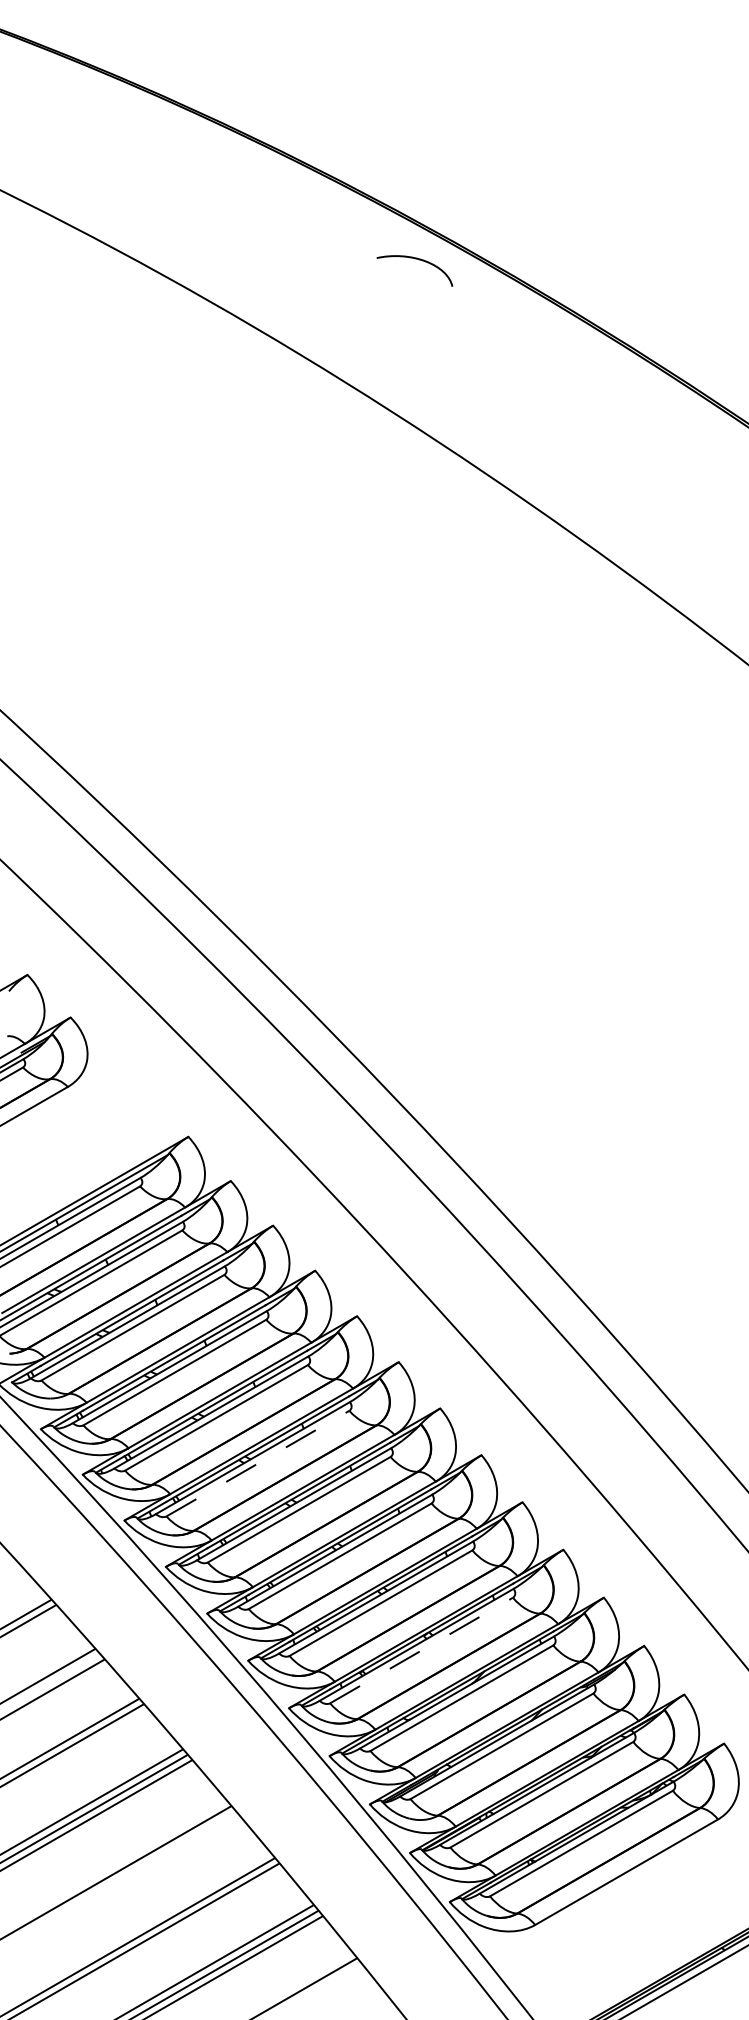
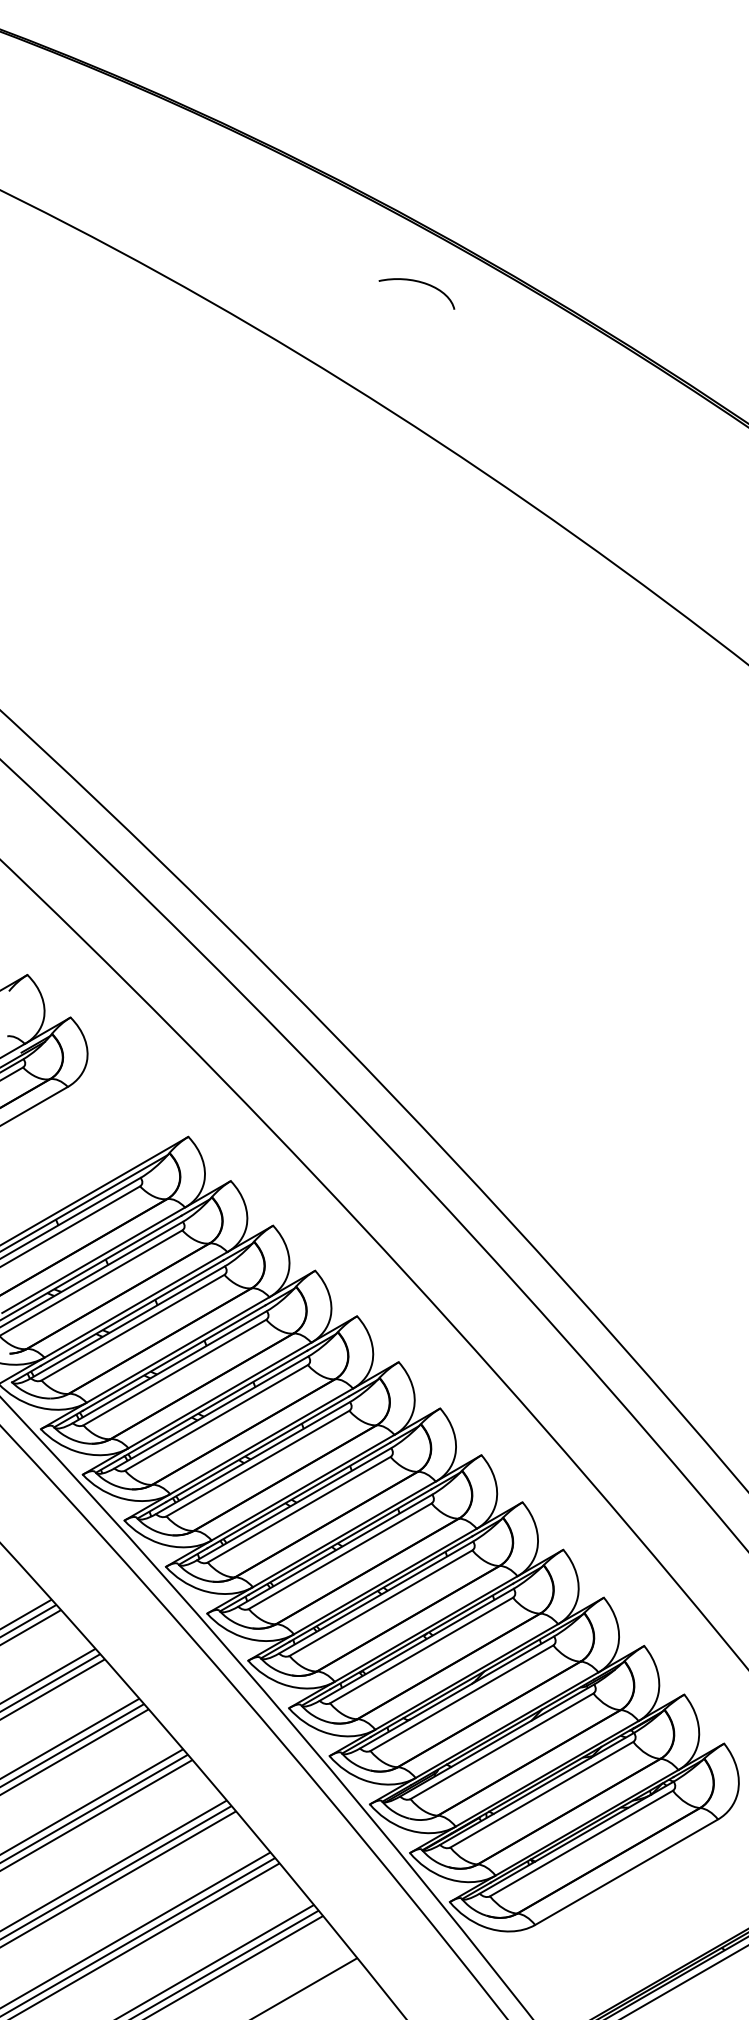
curve at (415, 259) position: (415, 259) -> (417, 282)
line at (257, 1463): dashed -> solid
line at (31, 1626): none -> present
line at (421, 1650): dashed -> solid
line at (50, 1682): none -> present
line at (75, 1751): none -> present
line at (114, 1864): none -> present
line at (118, 1878): none -> present
line at (136, 1929): none -> present
